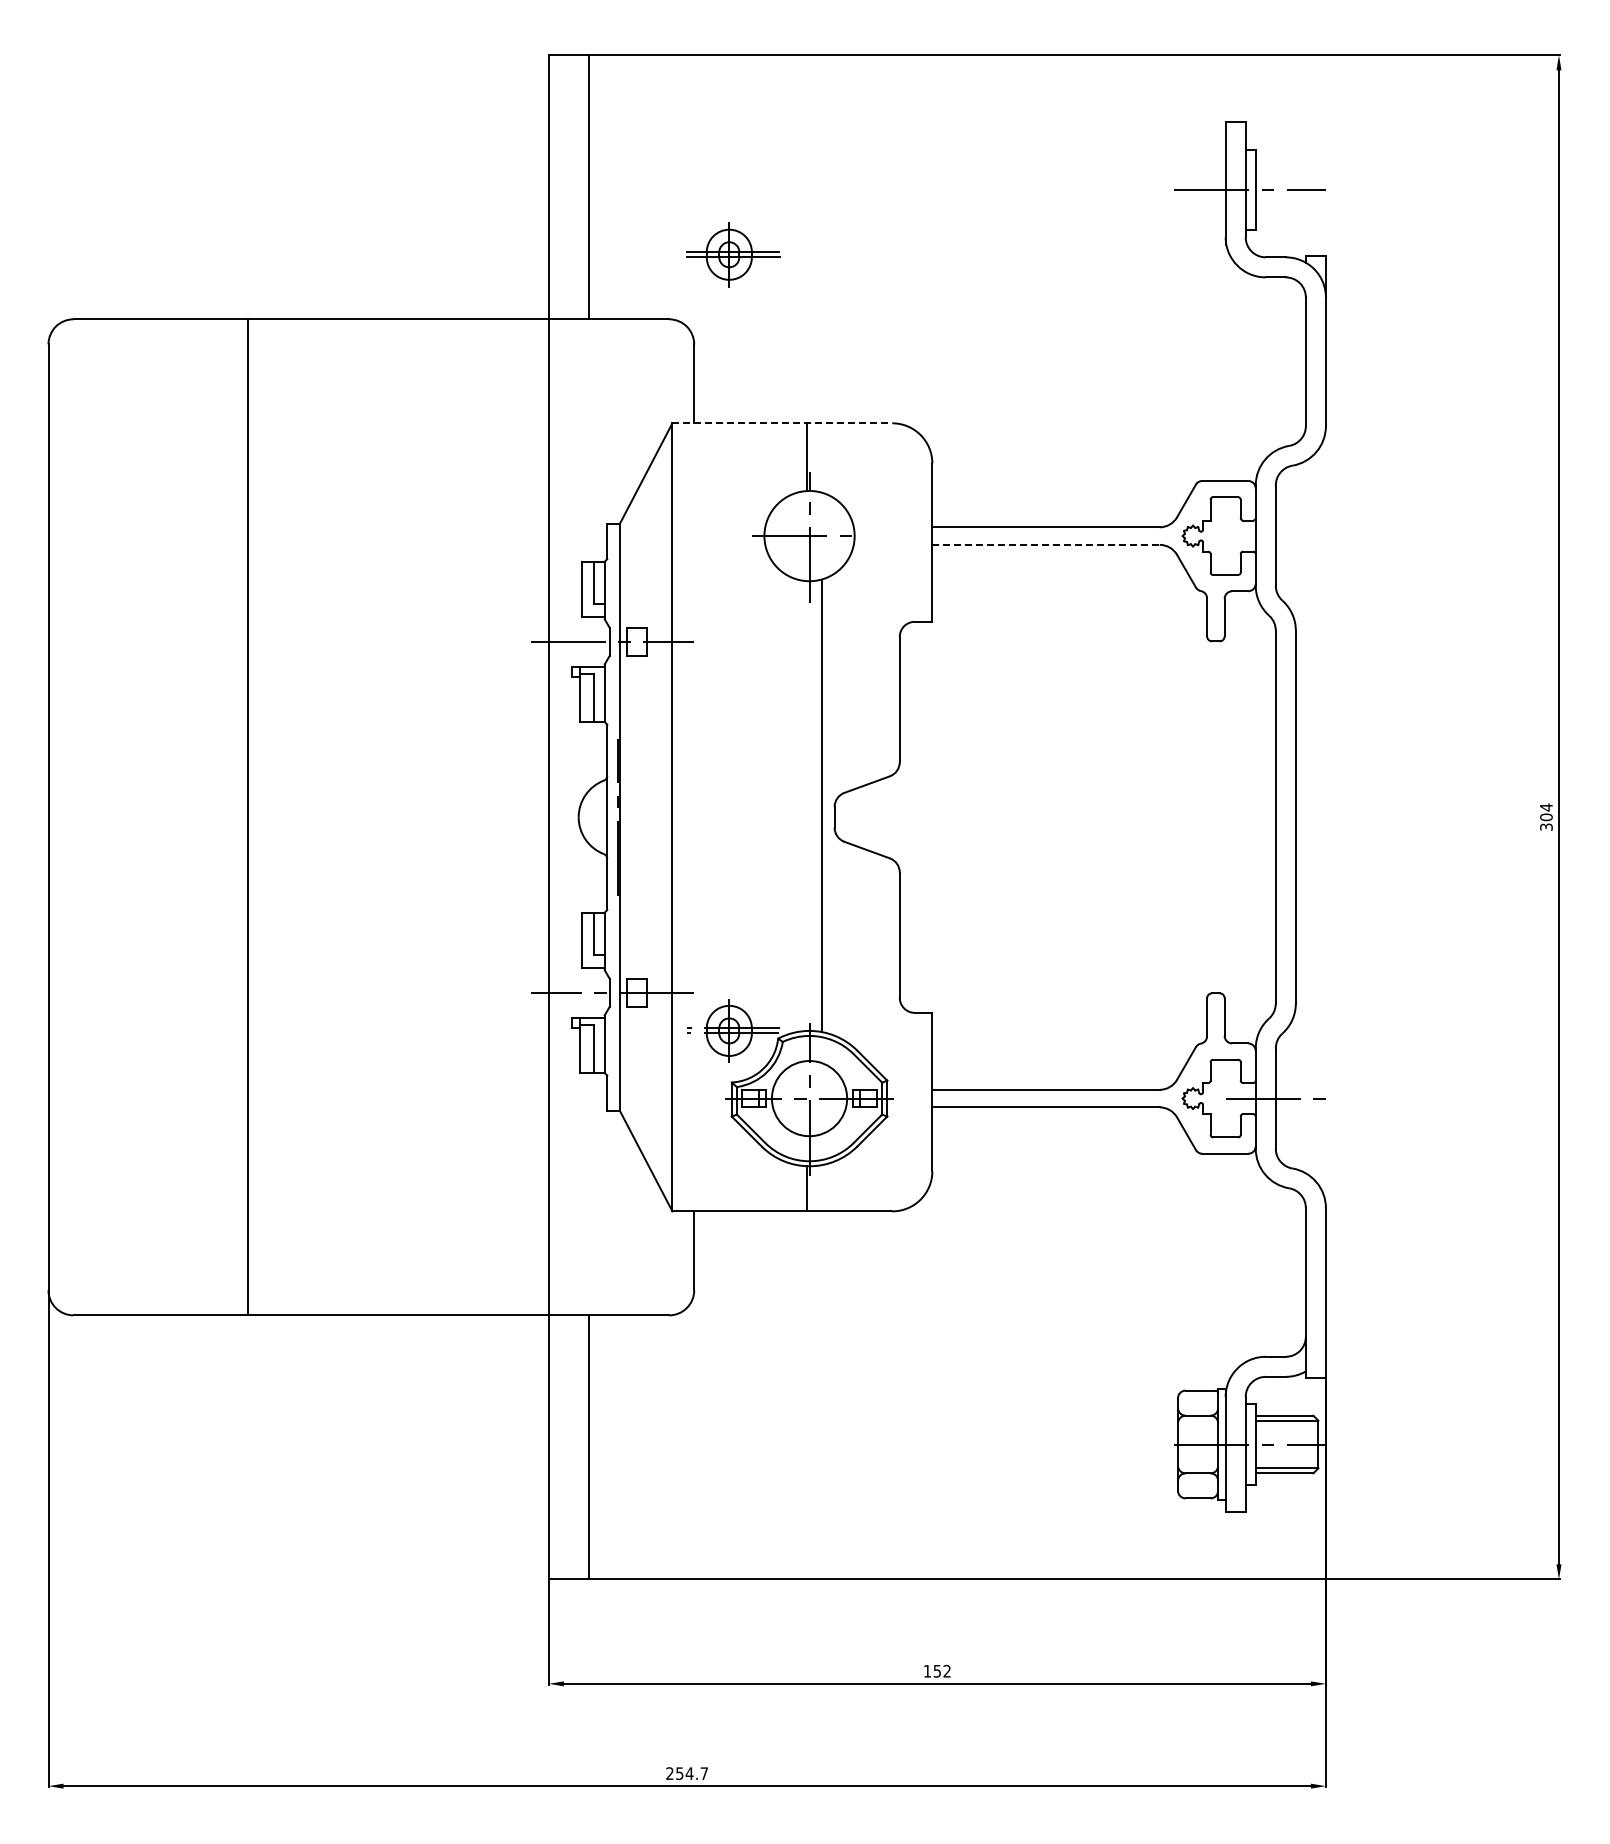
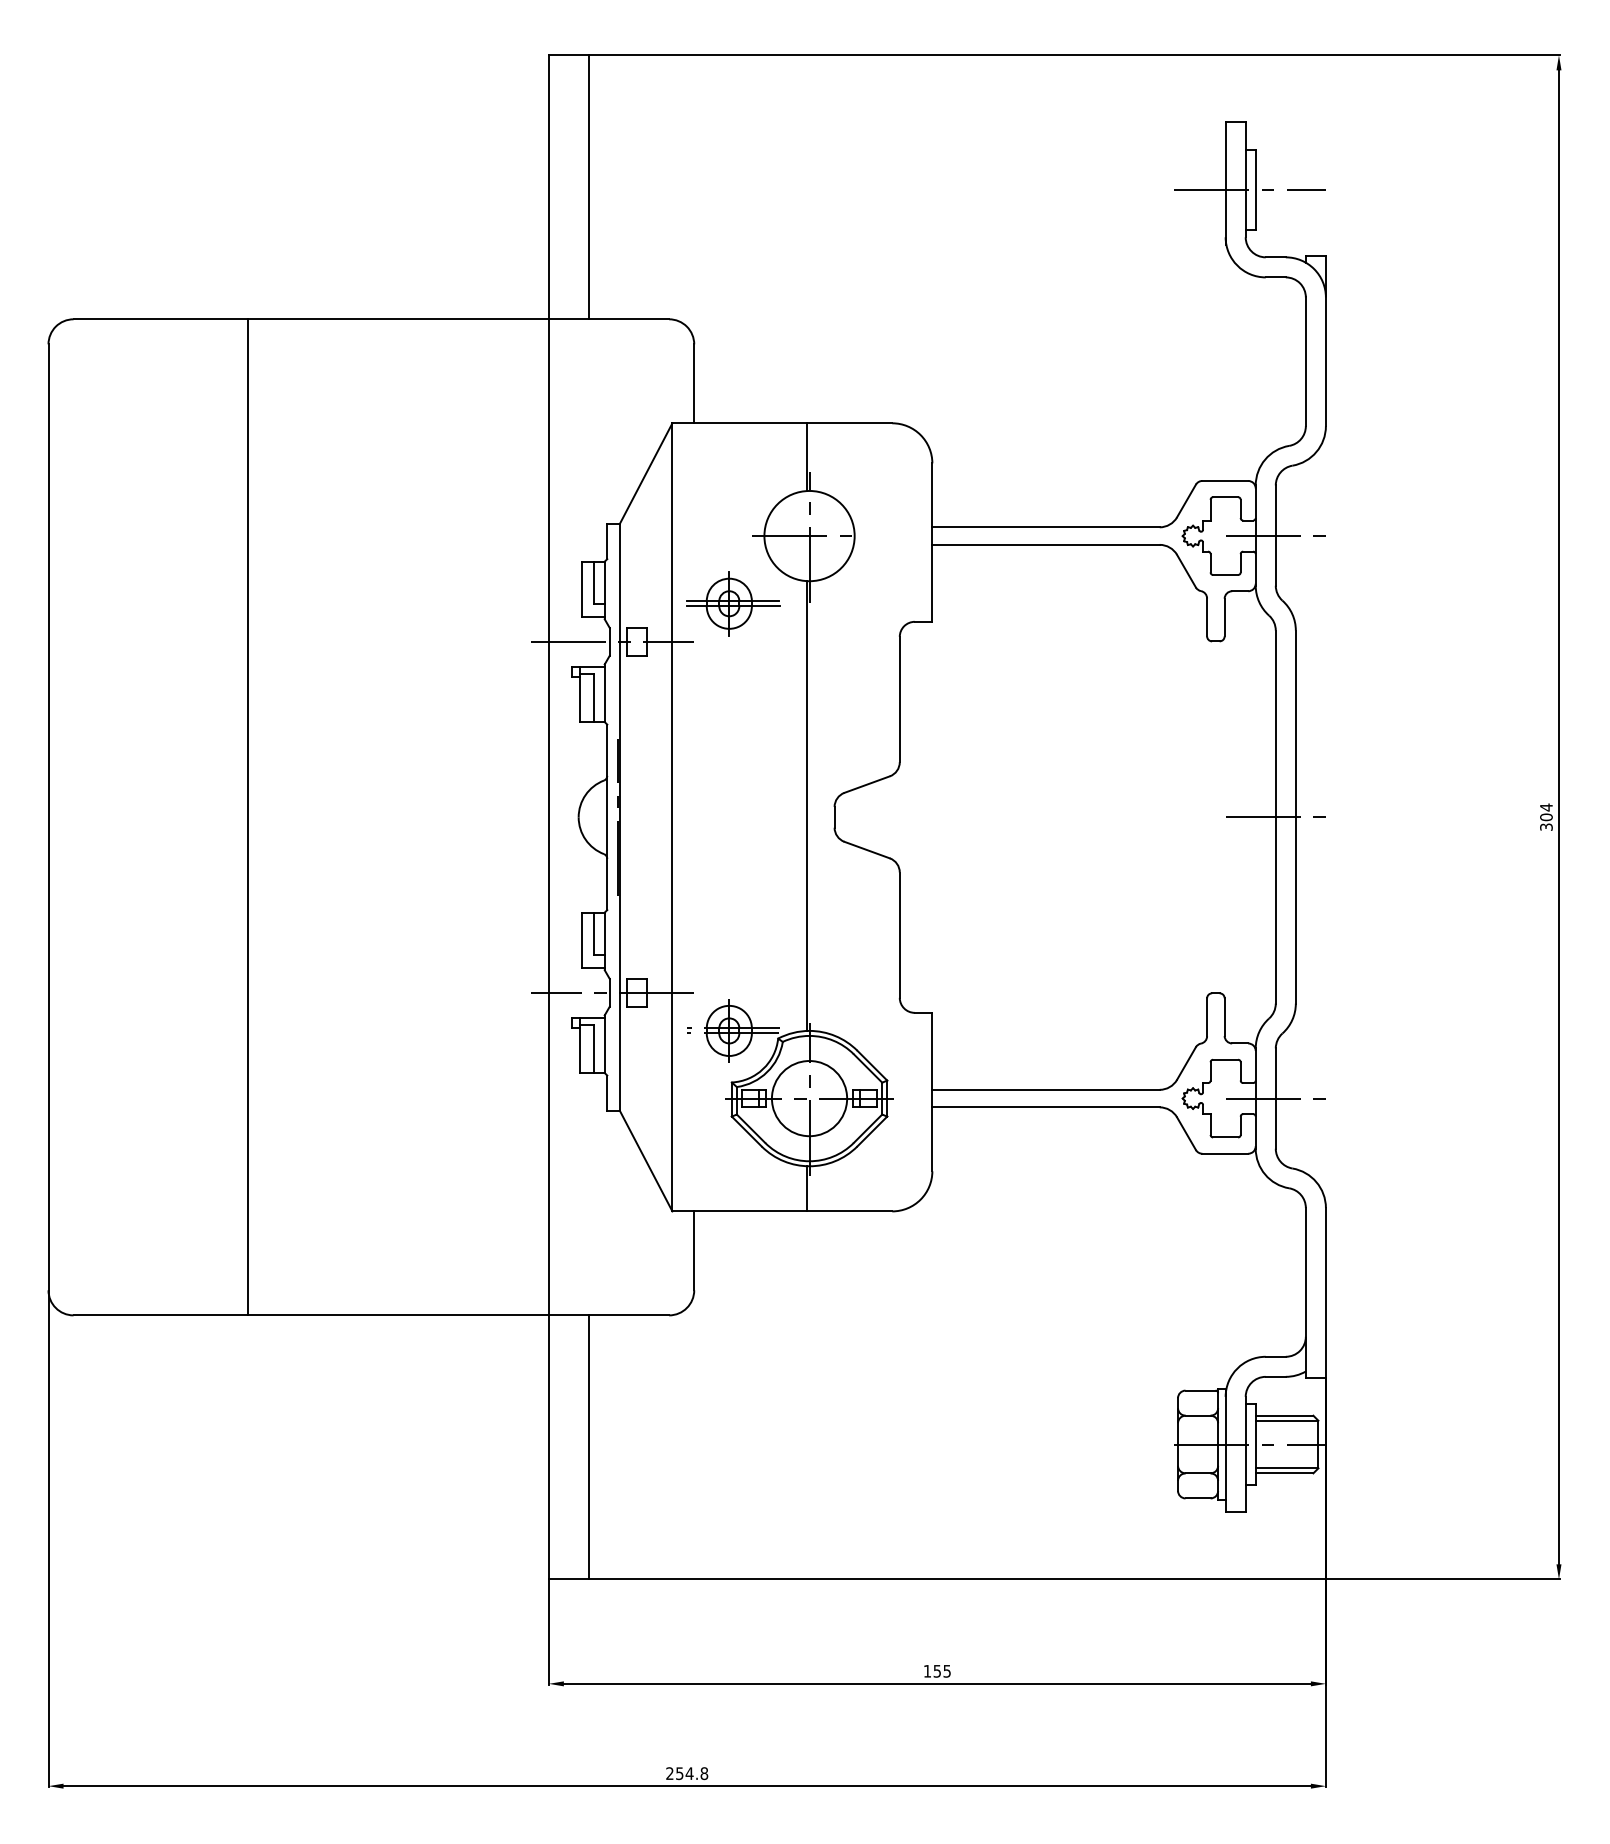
part at (733, 254) position: (733, 254) -> (733, 603)
line at (782, 423): dashed -> solid
line at (1275, 535): none -> present
line at (1046, 544): dashed -> solid
line at (822, 805) position: (822, 805) -> (807, 805)
line at (1275, 817): none -> present
text at (946, 1670): 152 -> 155
text at (704, 1773): 254.7 -> 254.8
